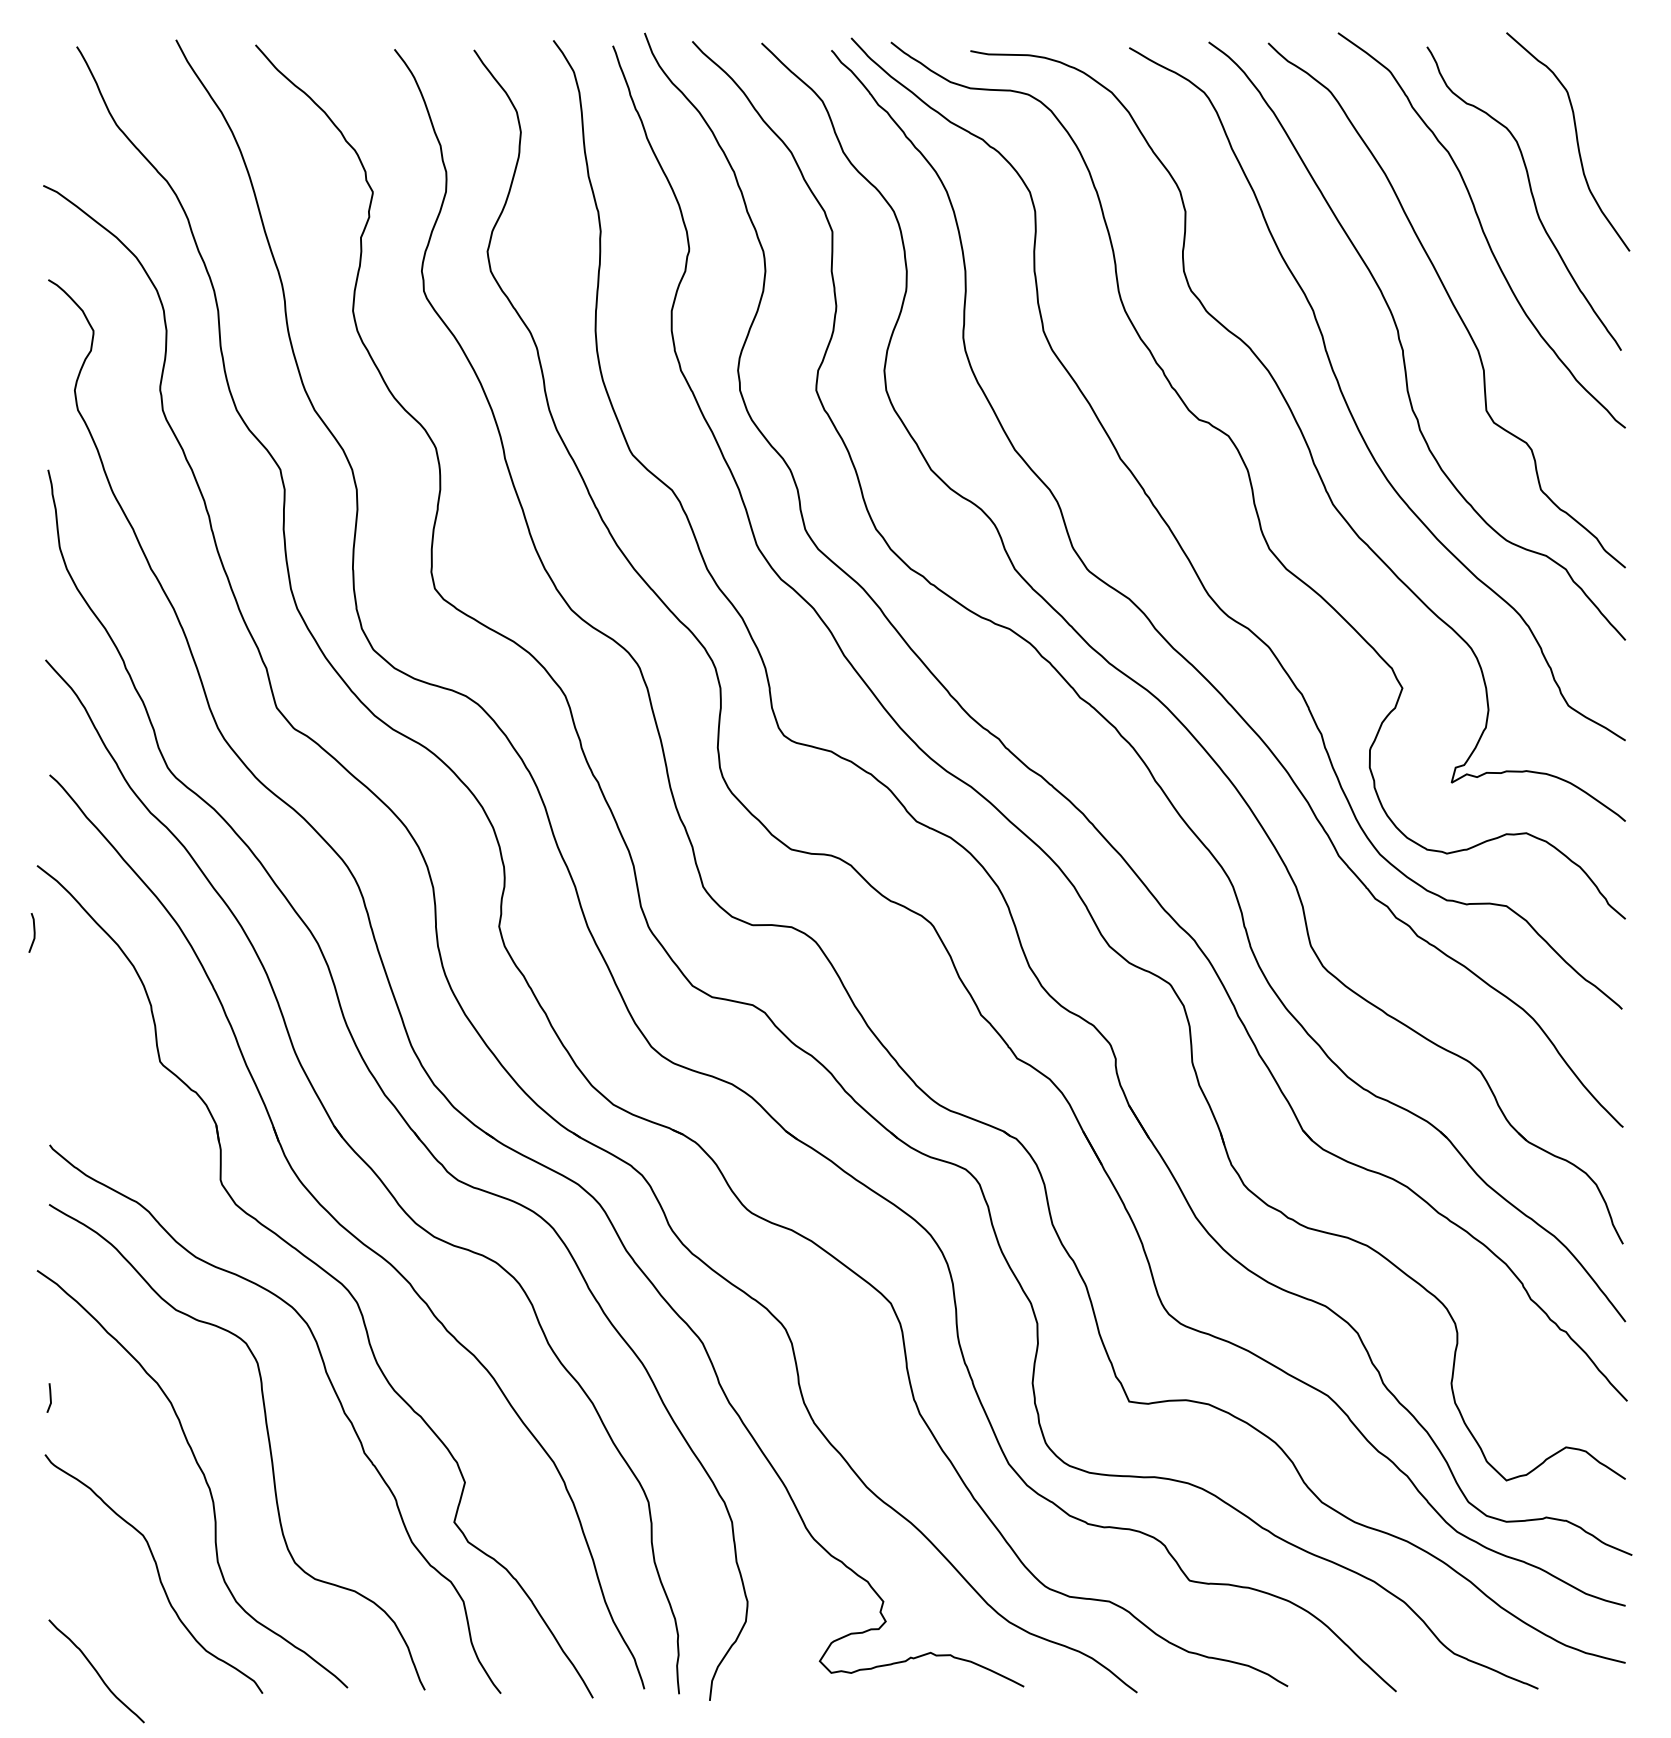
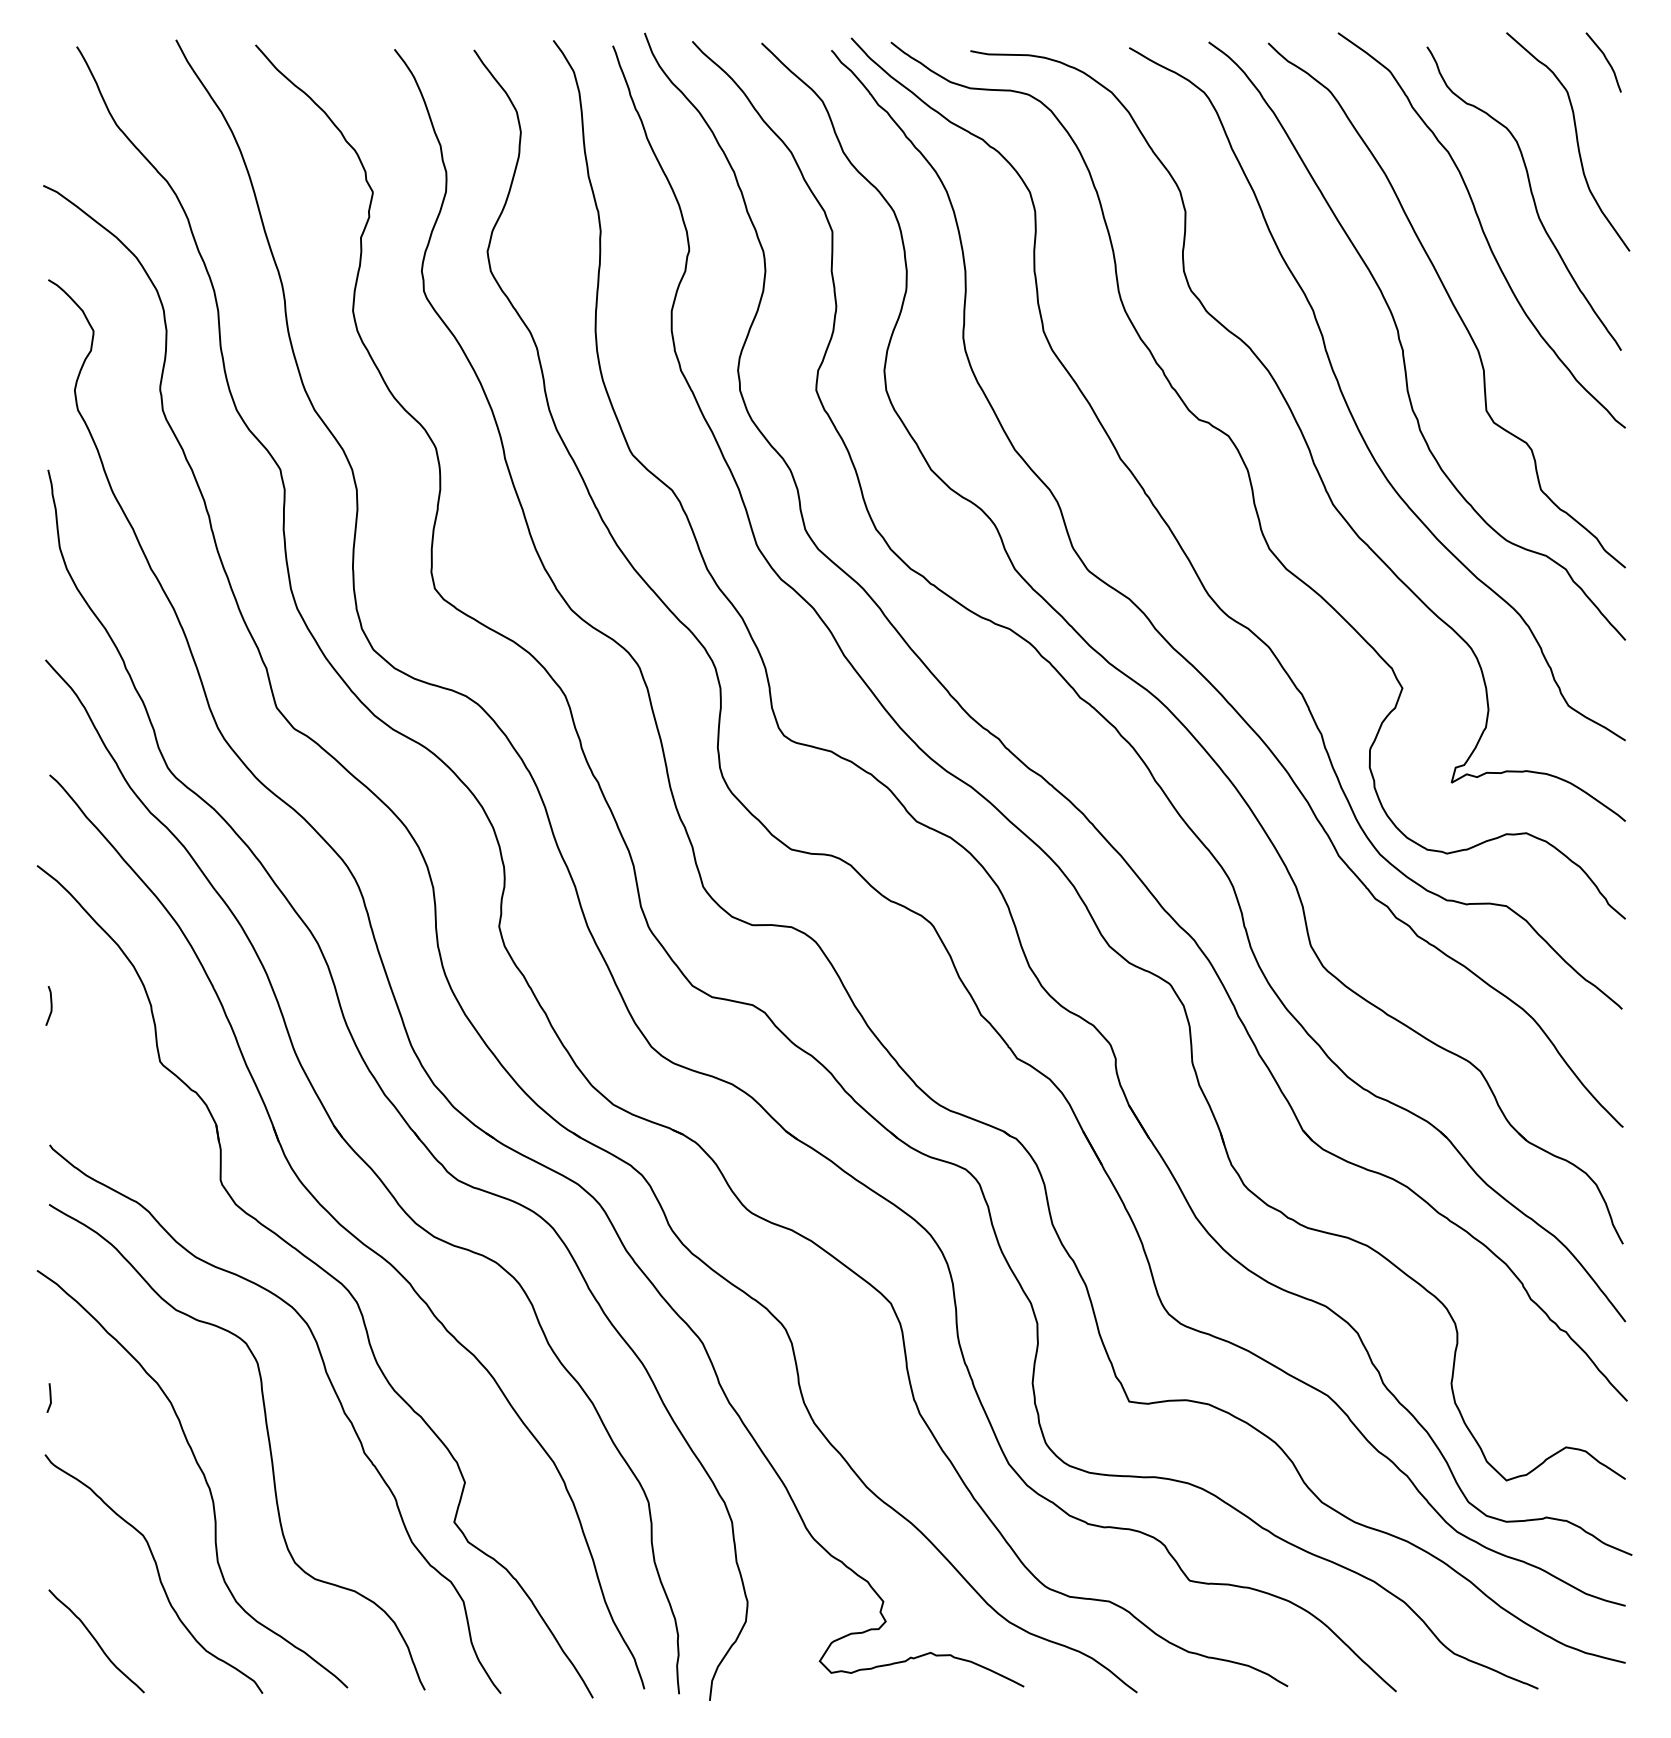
curve at (1606, 61): none -> present
line at (33, 932) position: (33, 932) -> (50, 1005)
curve at (96, 1671) position: (96, 1671) -> (96, 1641)
